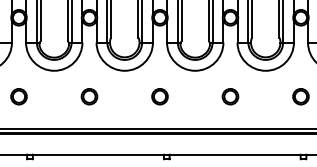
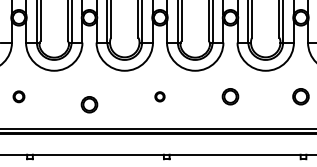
part at (18, 96) size: 18x18 px -> 14x14 px
part at (89, 96) position: (89, 96) -> (89, 104)
part at (159, 96) size: 18x18 px -> 12x12 px
